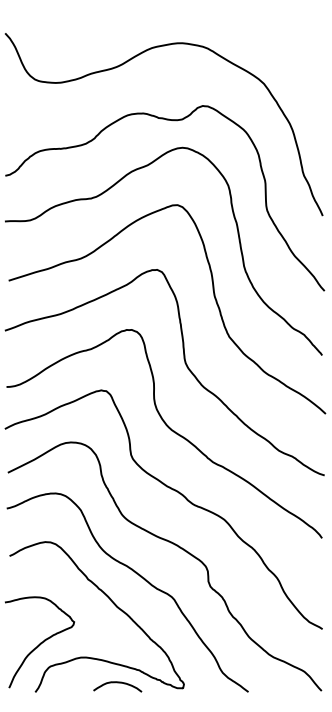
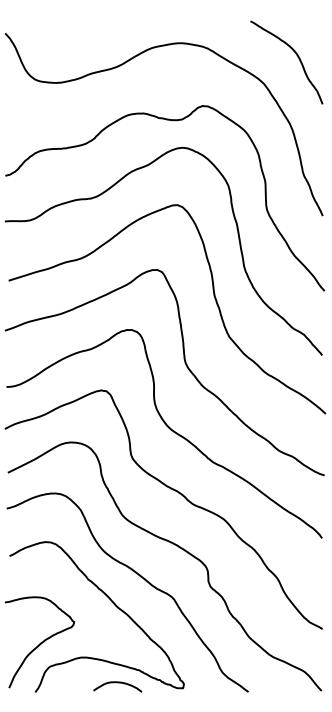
curve at (297, 57): none -> present
